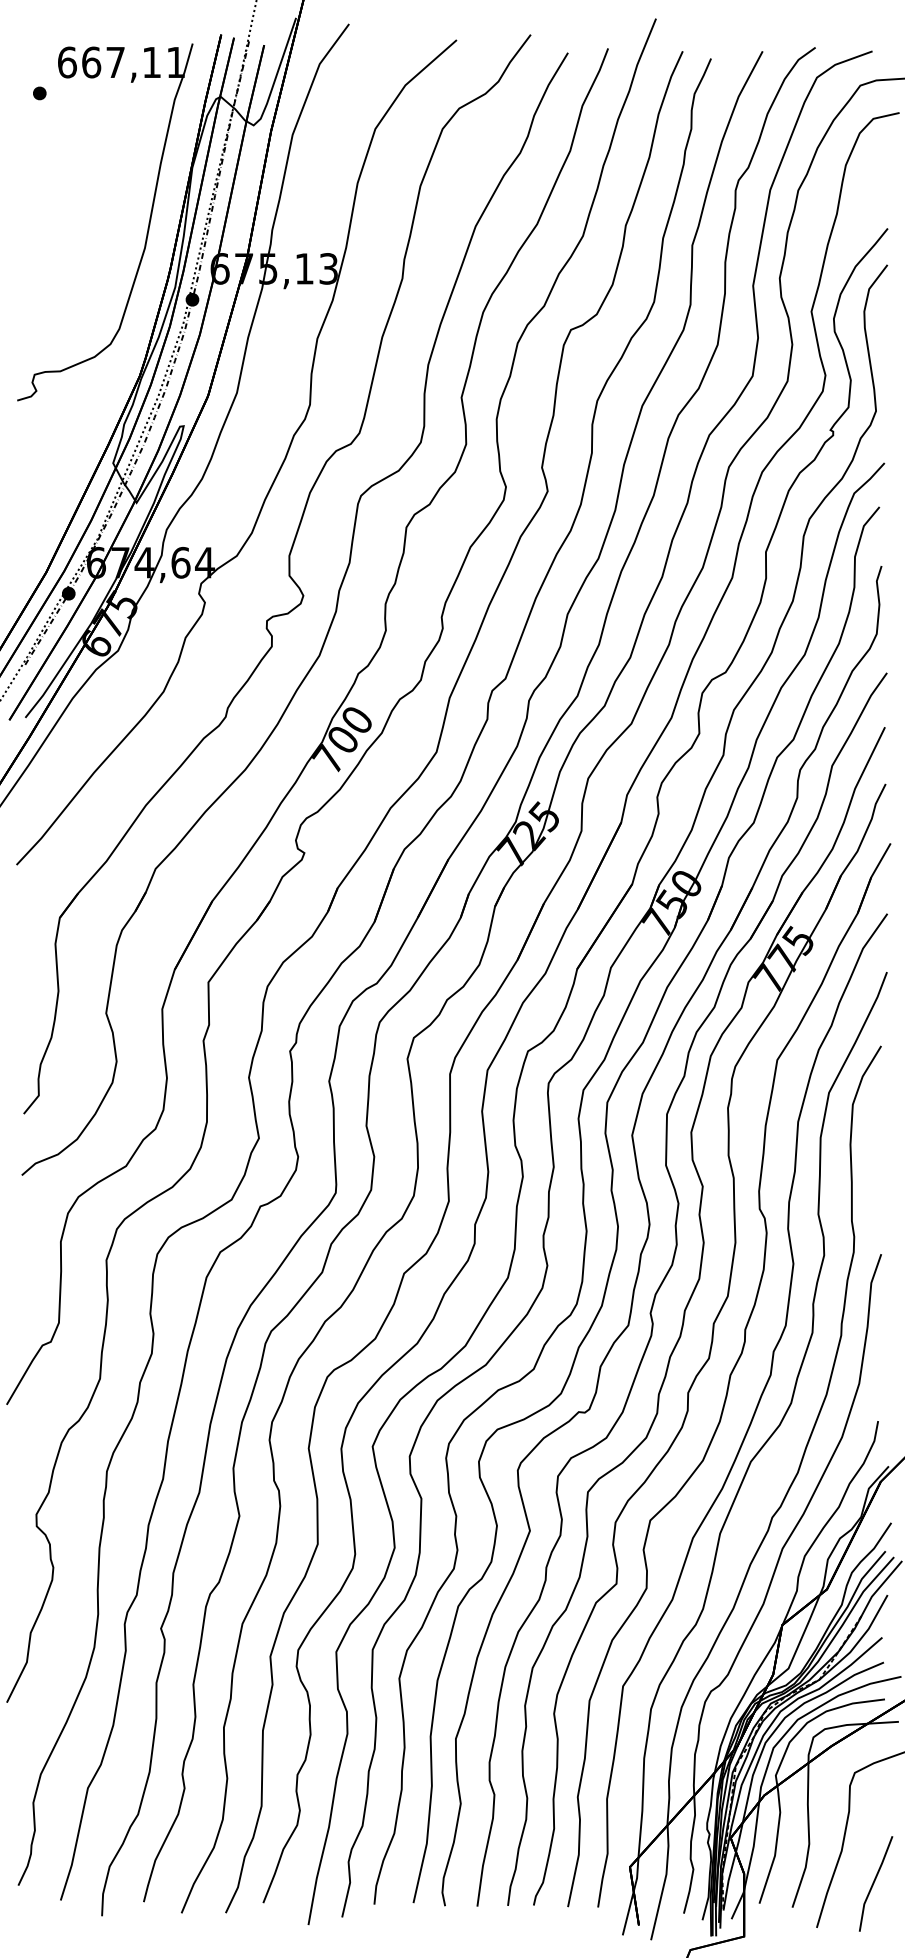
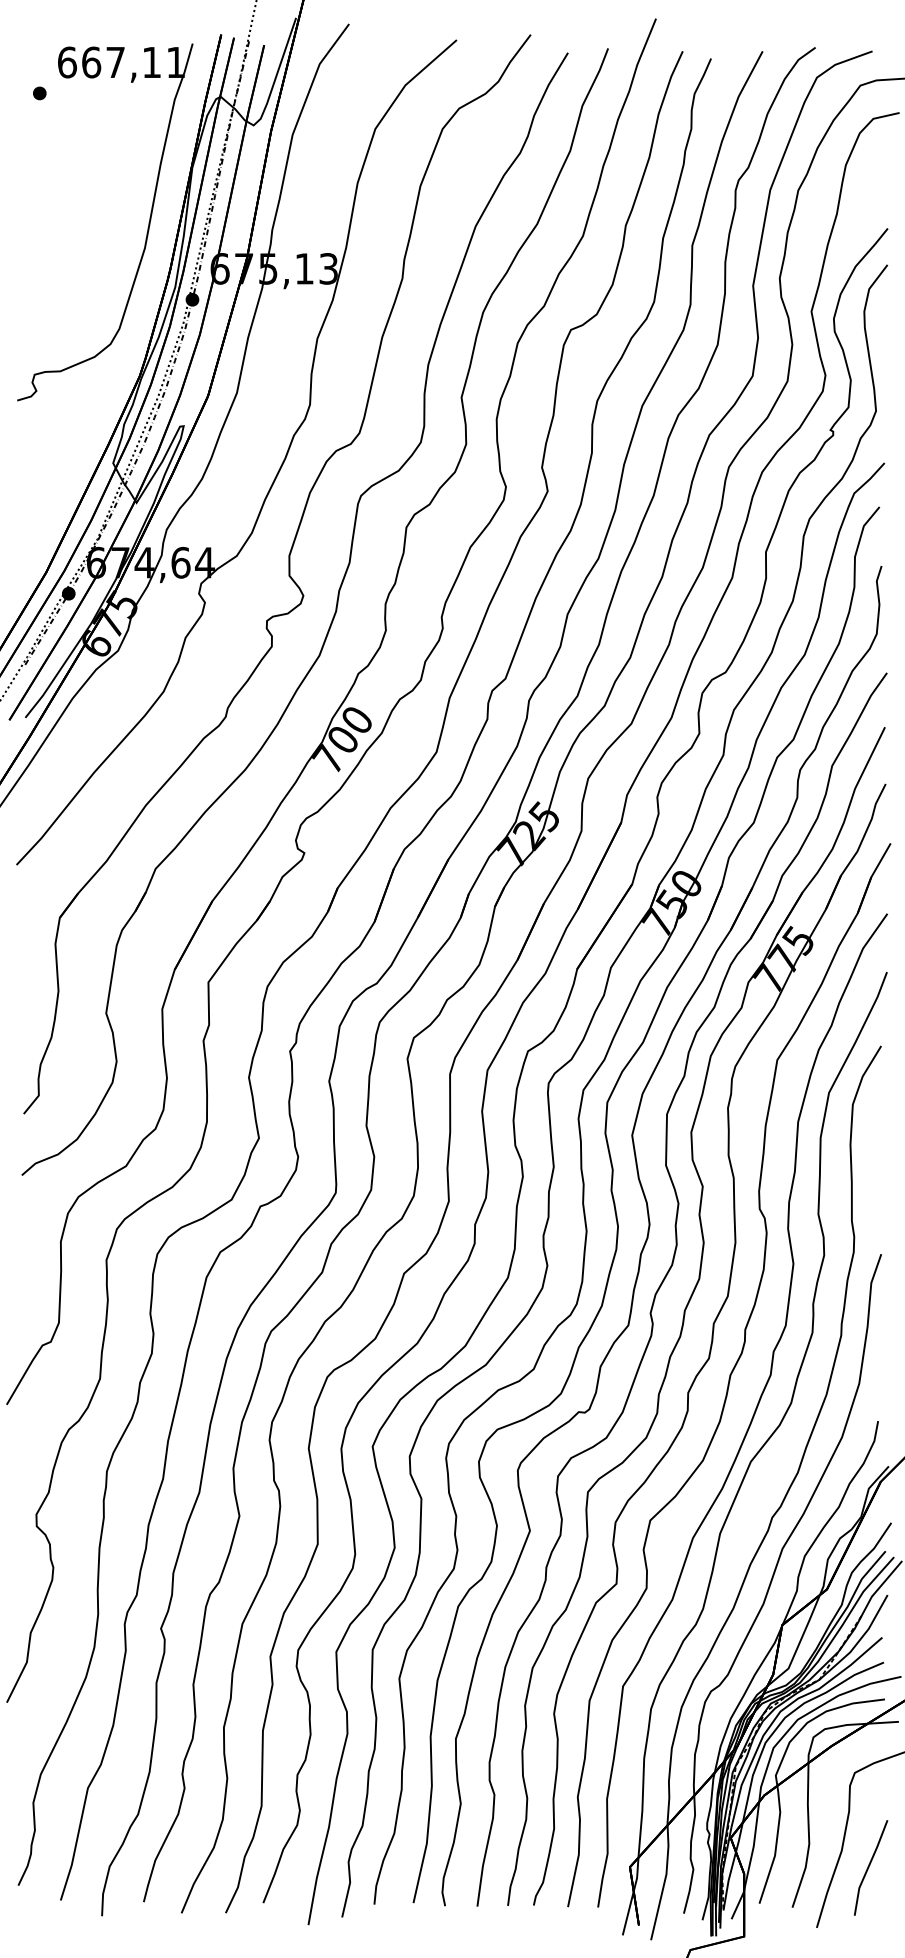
line at (874, 1883) position: (874, 1883) -> (869, 1867)
